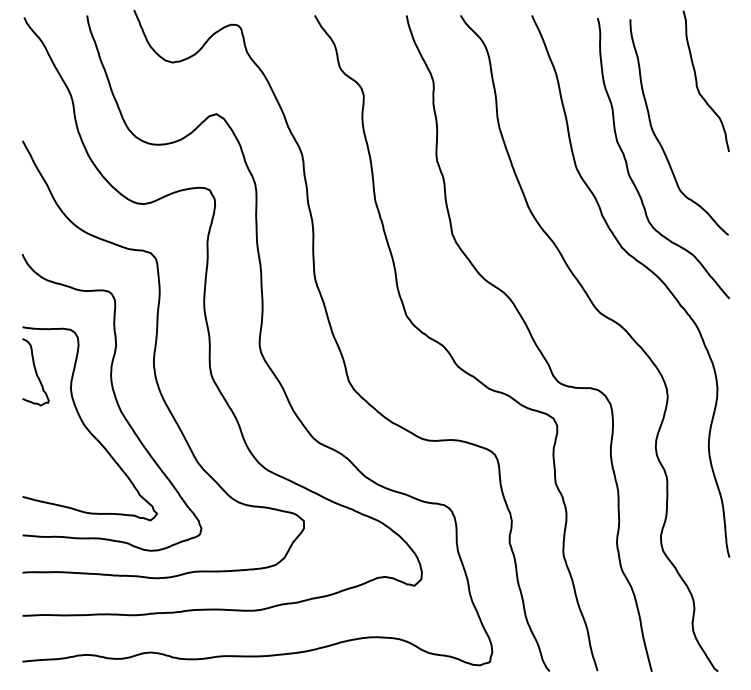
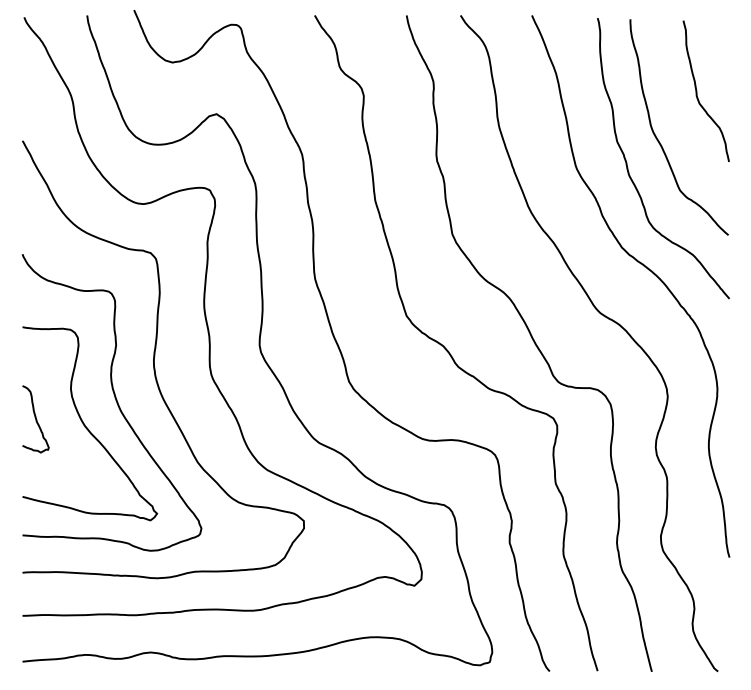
curve at (697, 80) position: (697, 80) -> (697, 90)
curve at (35, 372) position: (35, 372) -> (35, 419)
